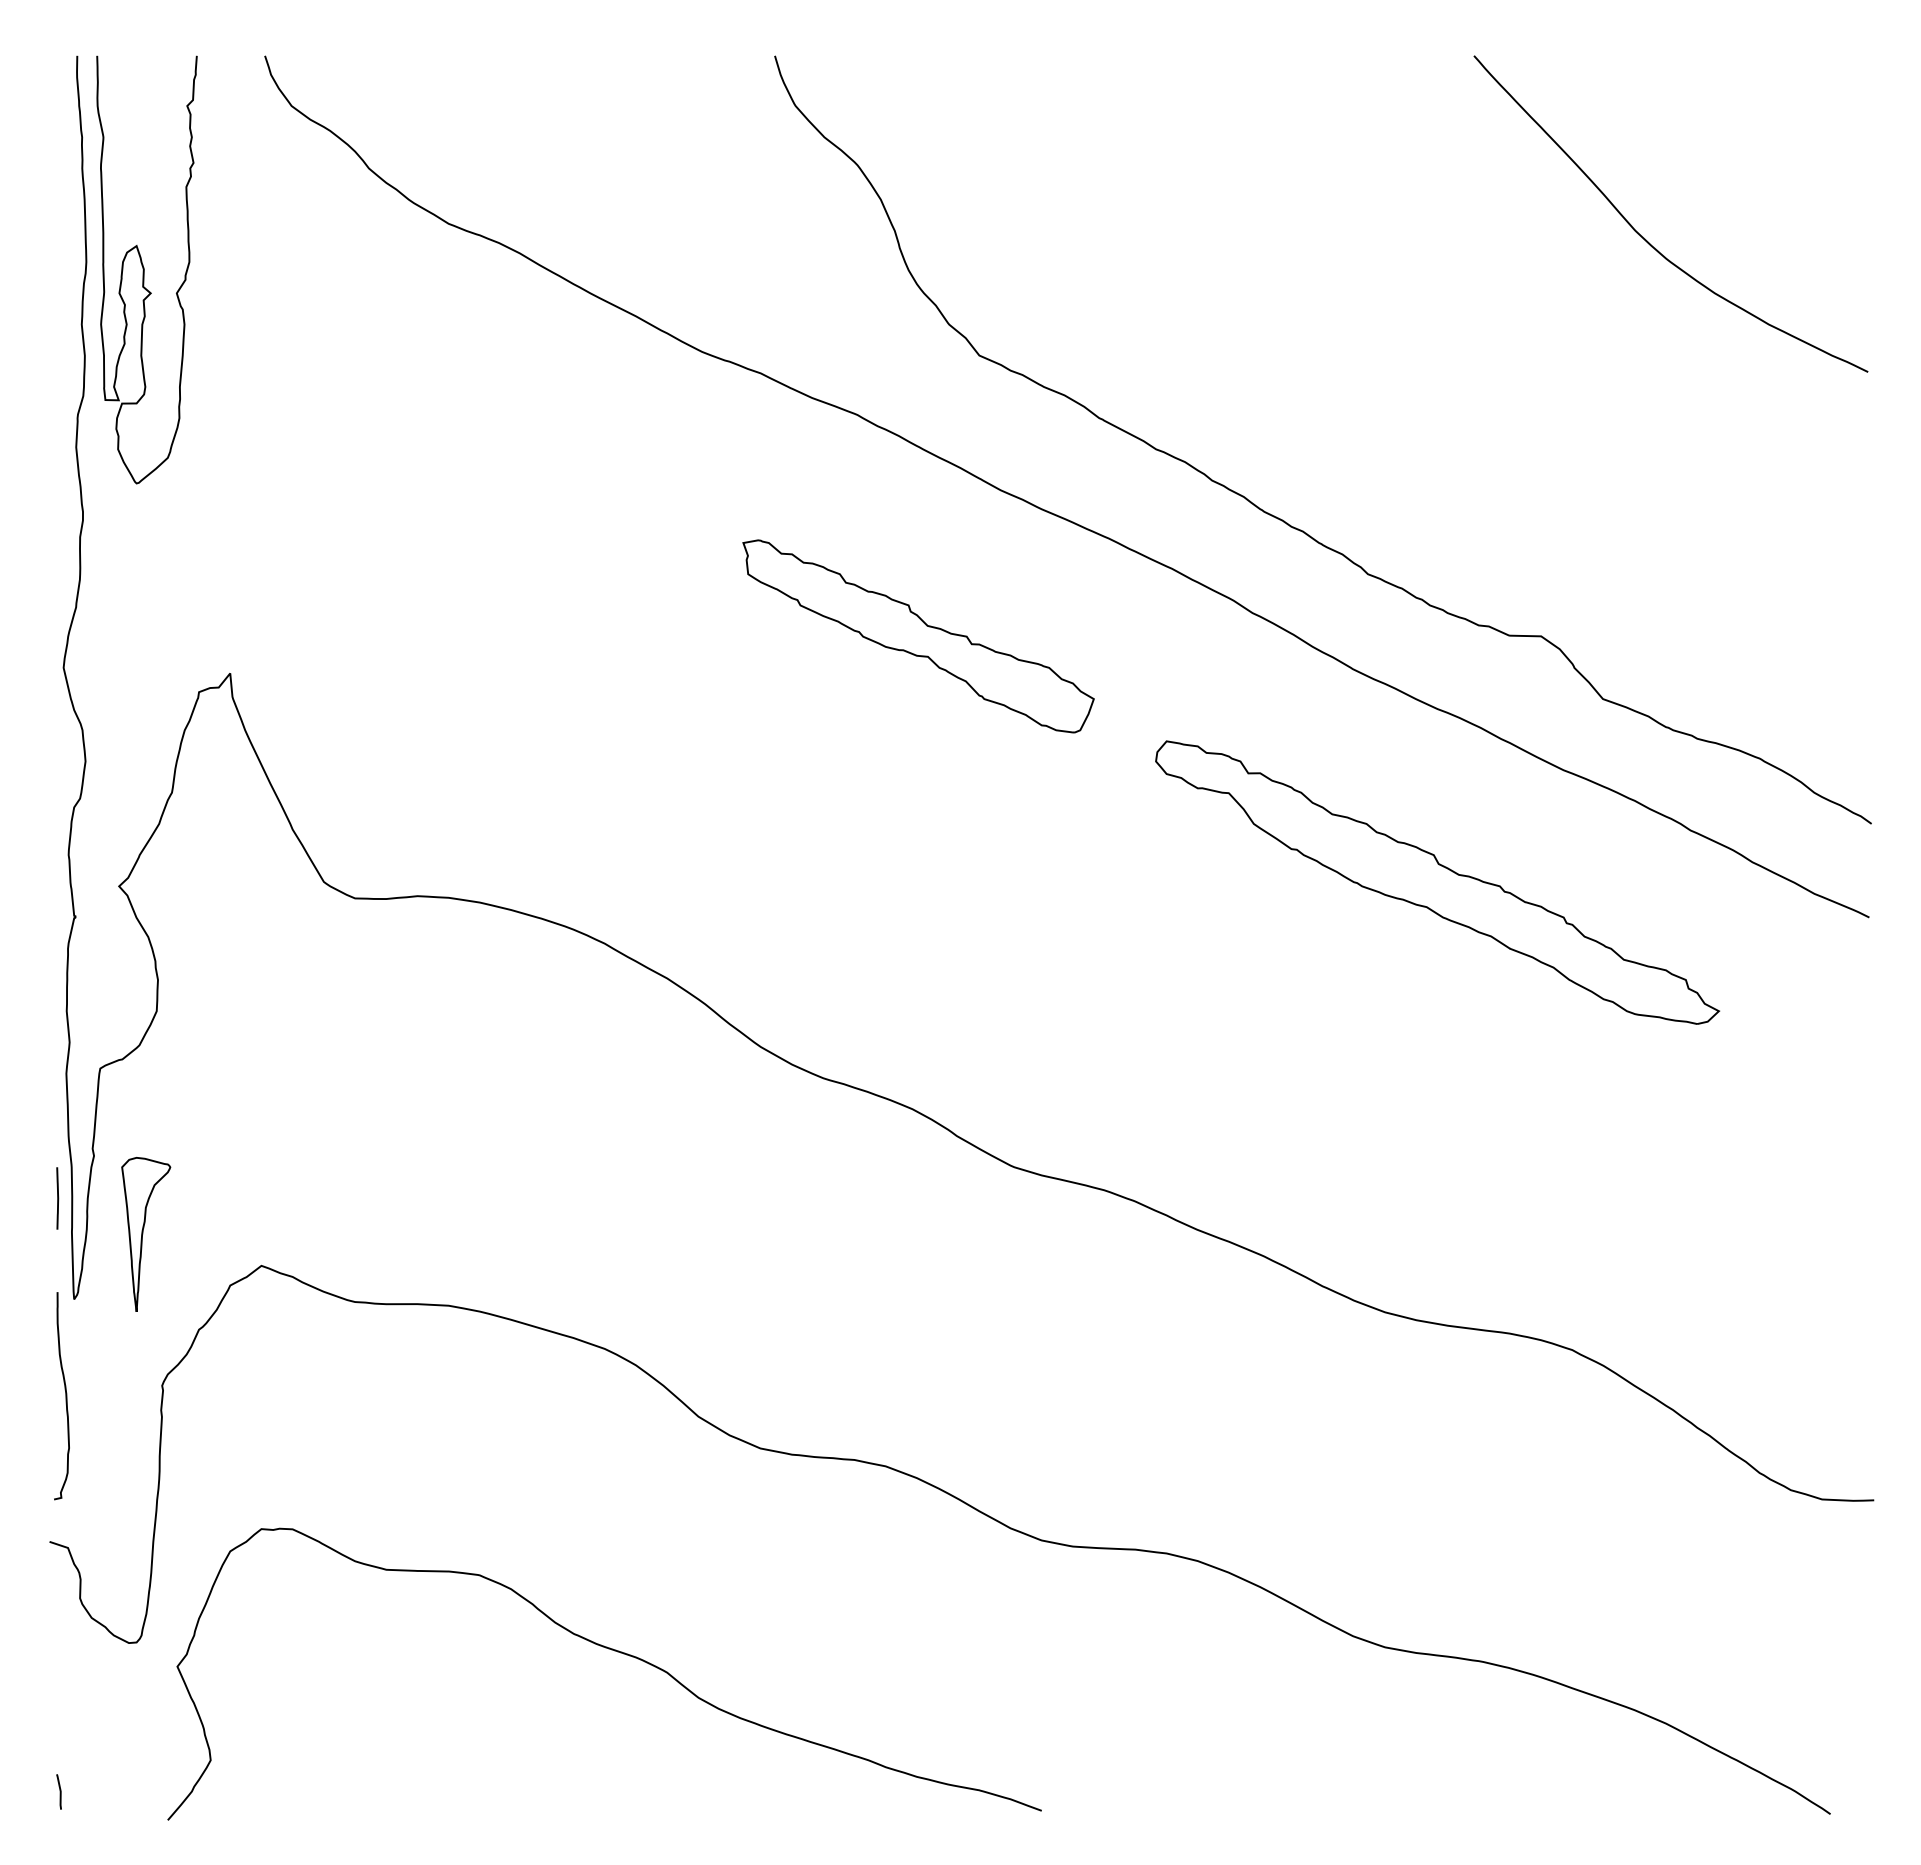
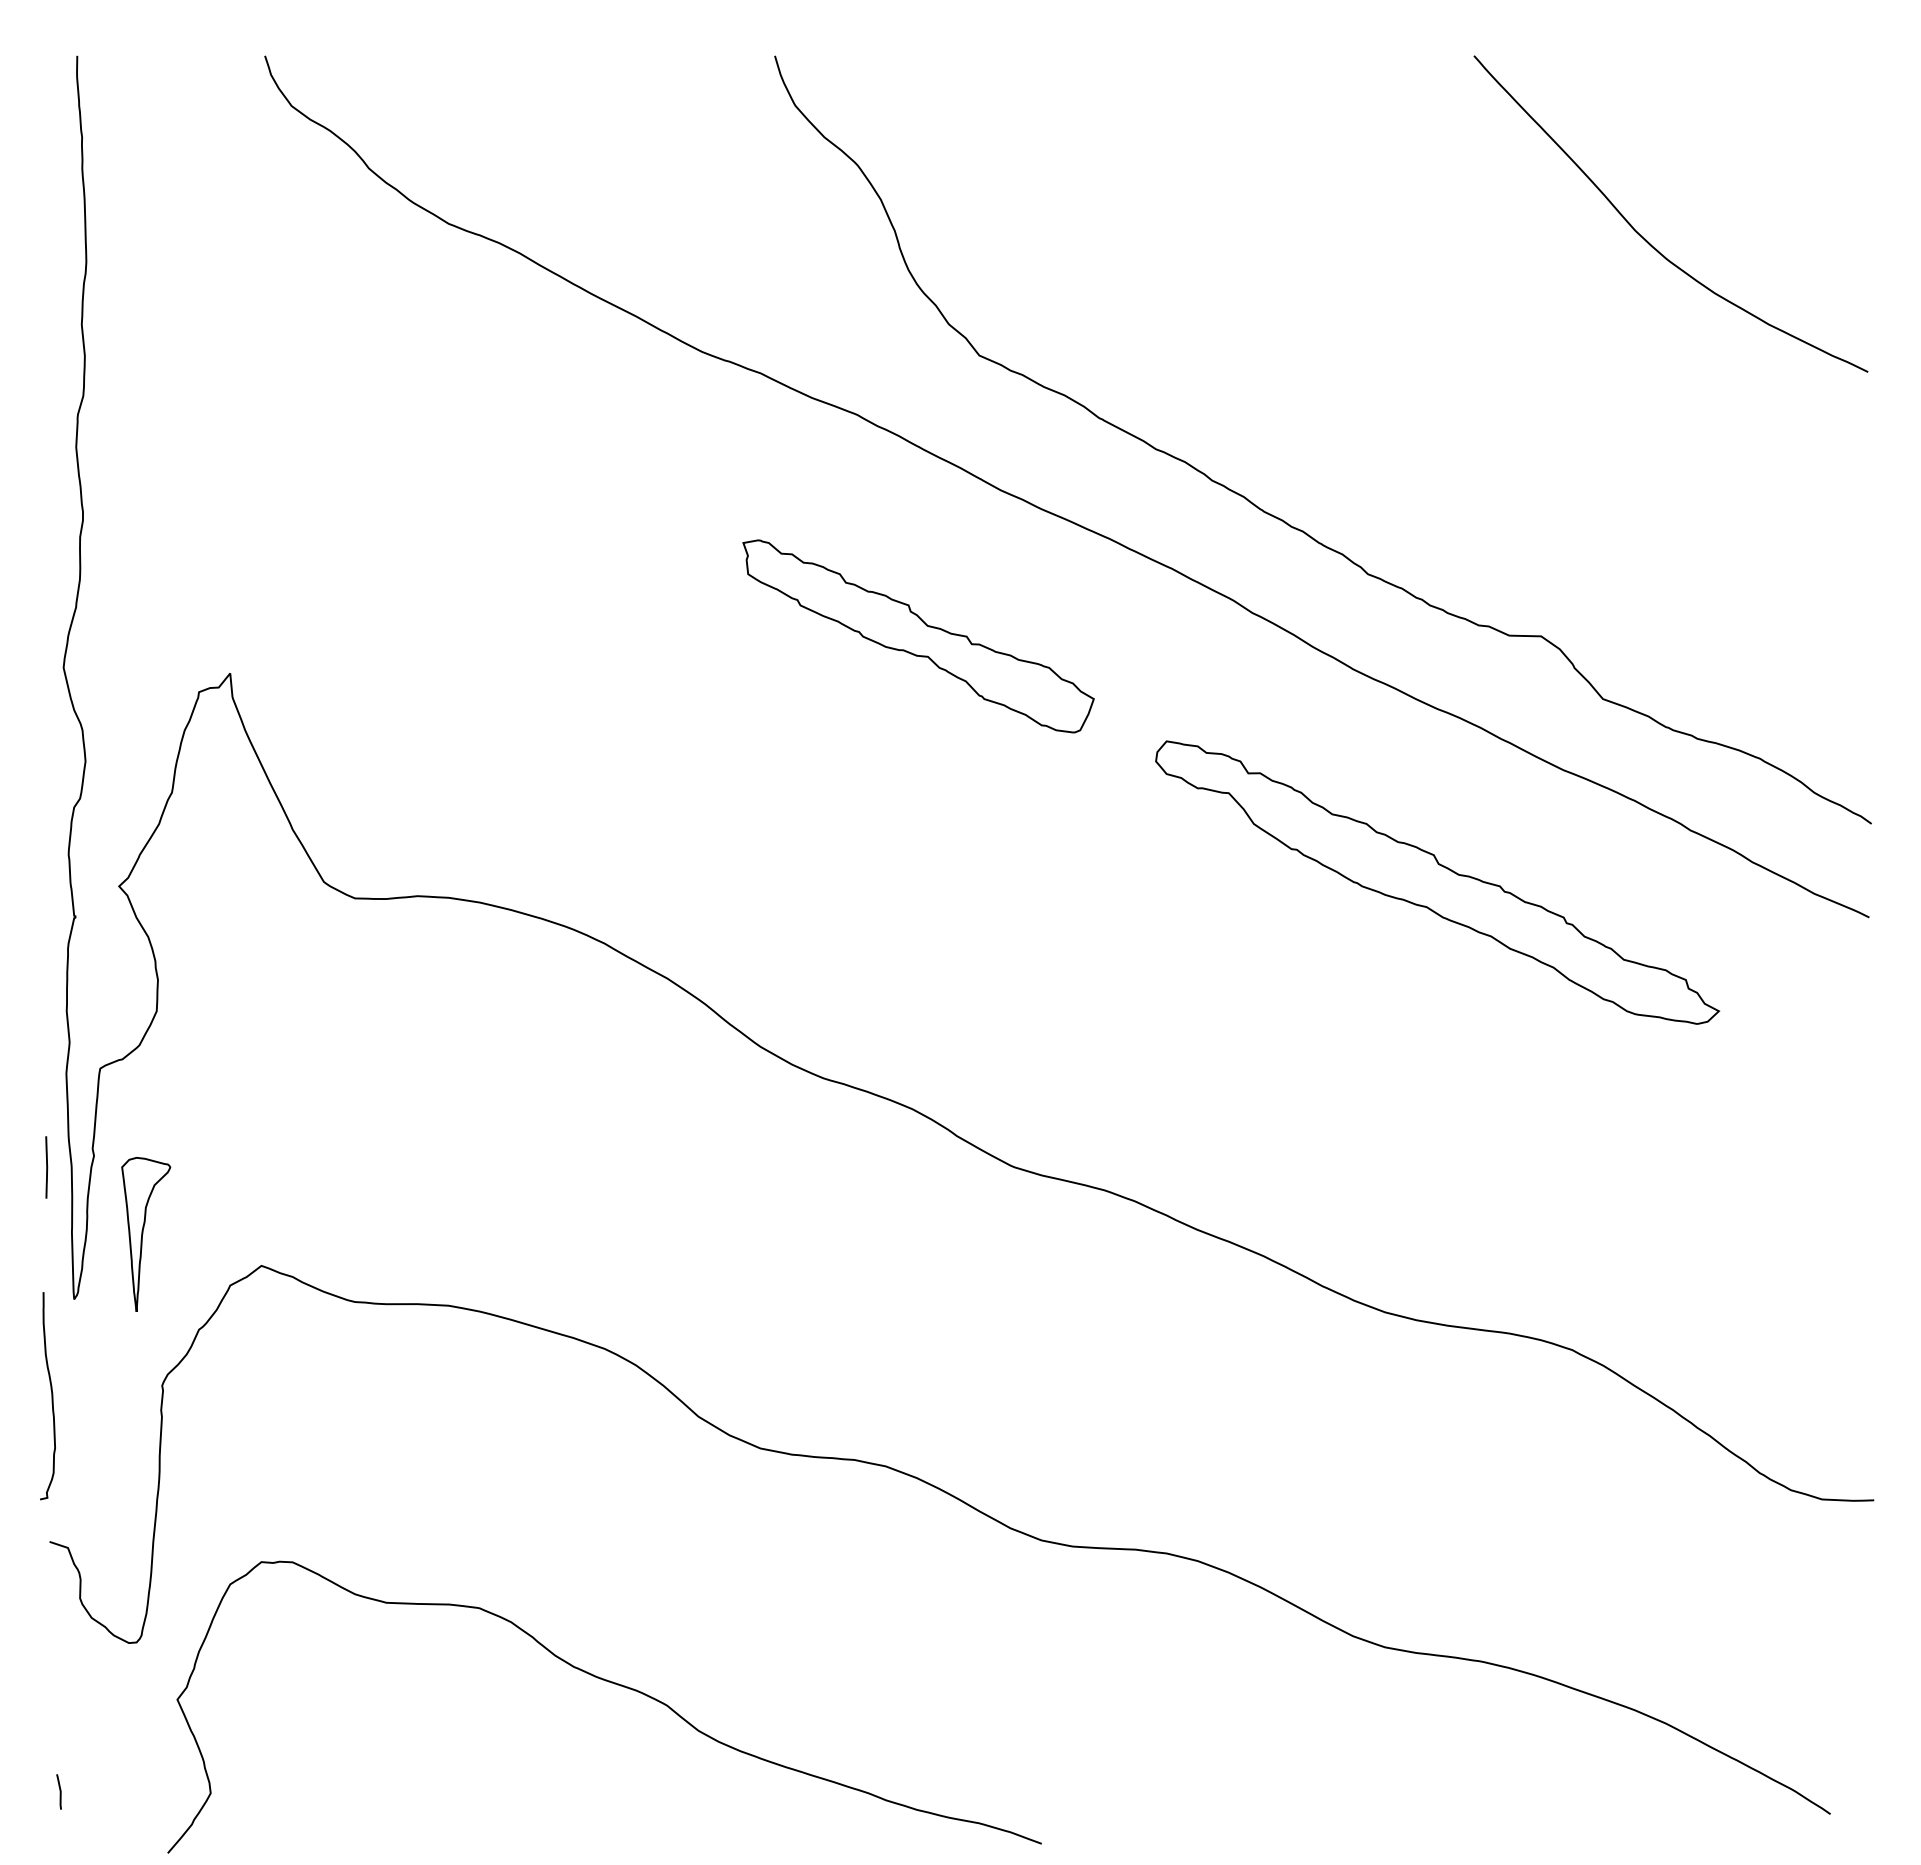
curve at (144, 269): present -> none
line at (57, 1198) position: (57, 1198) -> (46, 1167)
curve at (65, 1396) position: (65, 1396) -> (51, 1396)
curve at (611, 1650) position: (611, 1650) -> (611, 1683)
